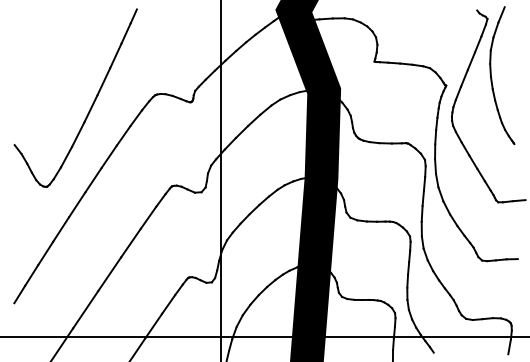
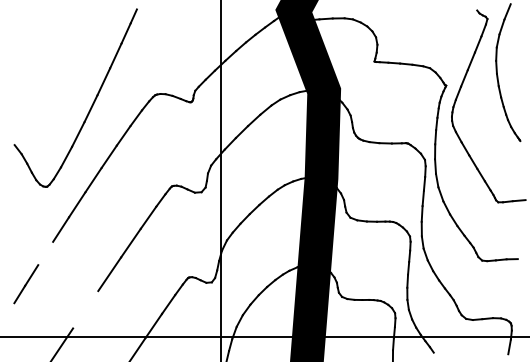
part at (492, 78) position: (492, 78) -> (498, 75)
line at (45, 253): present -> none
line at (85, 309): present -> none
